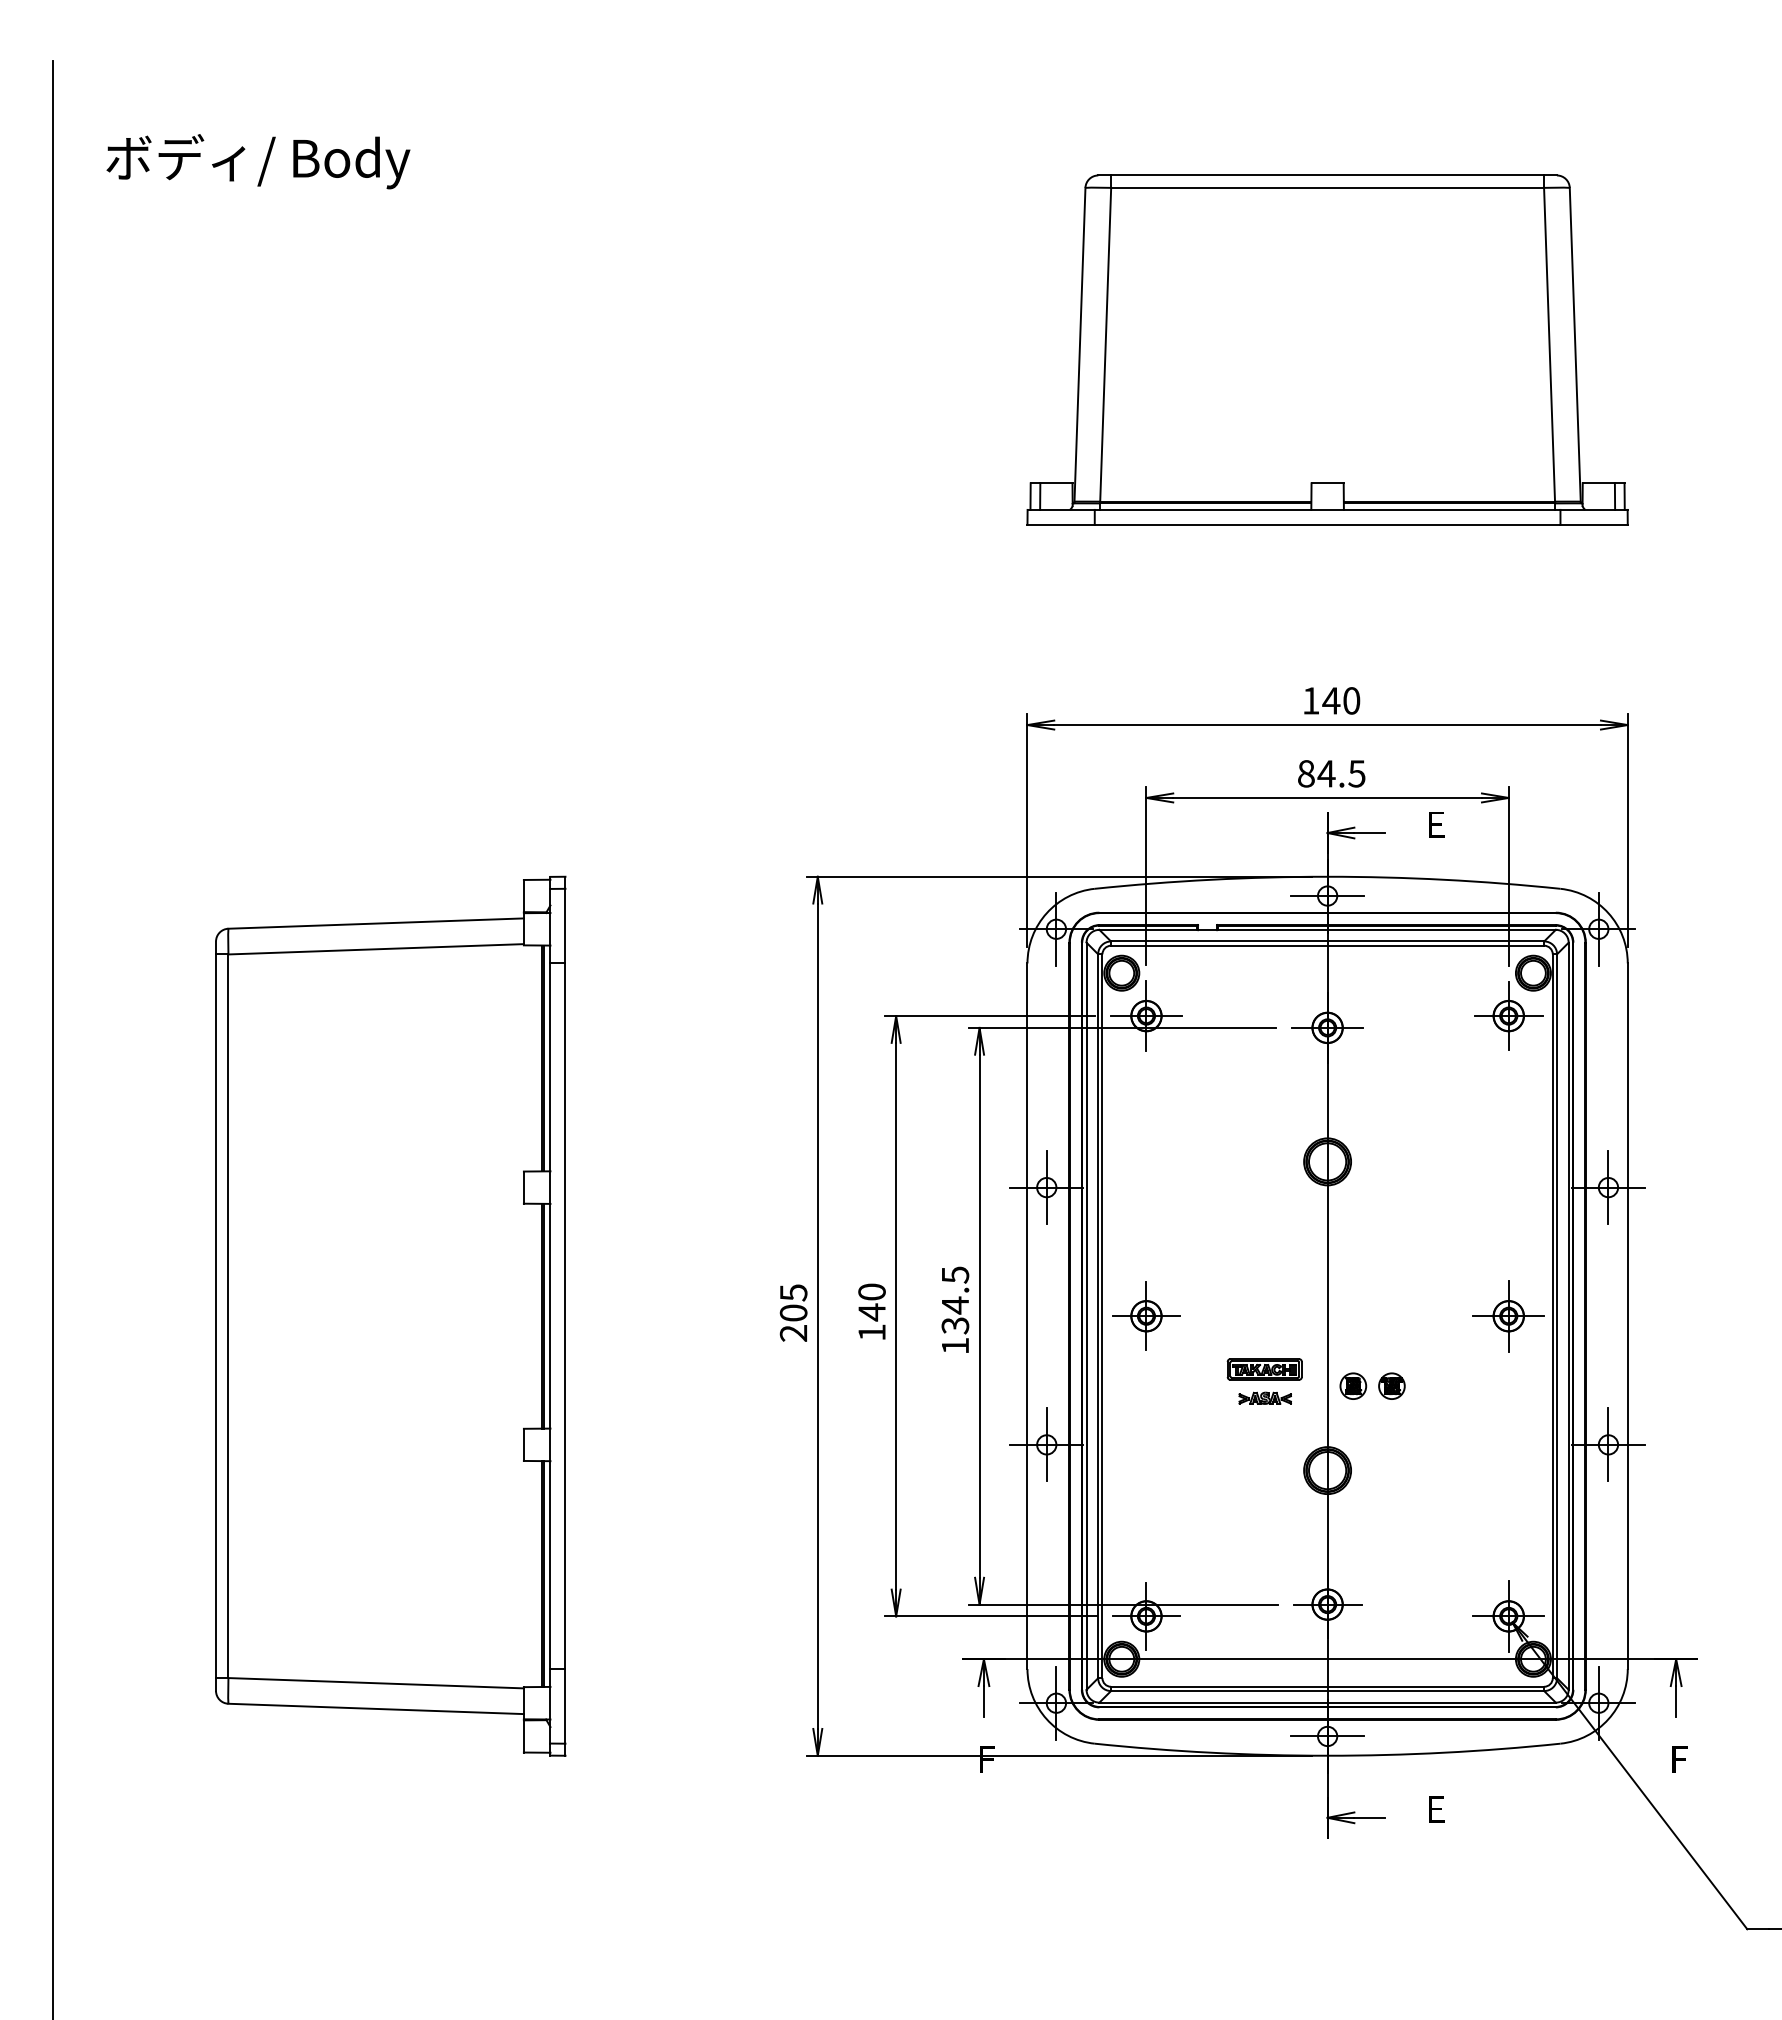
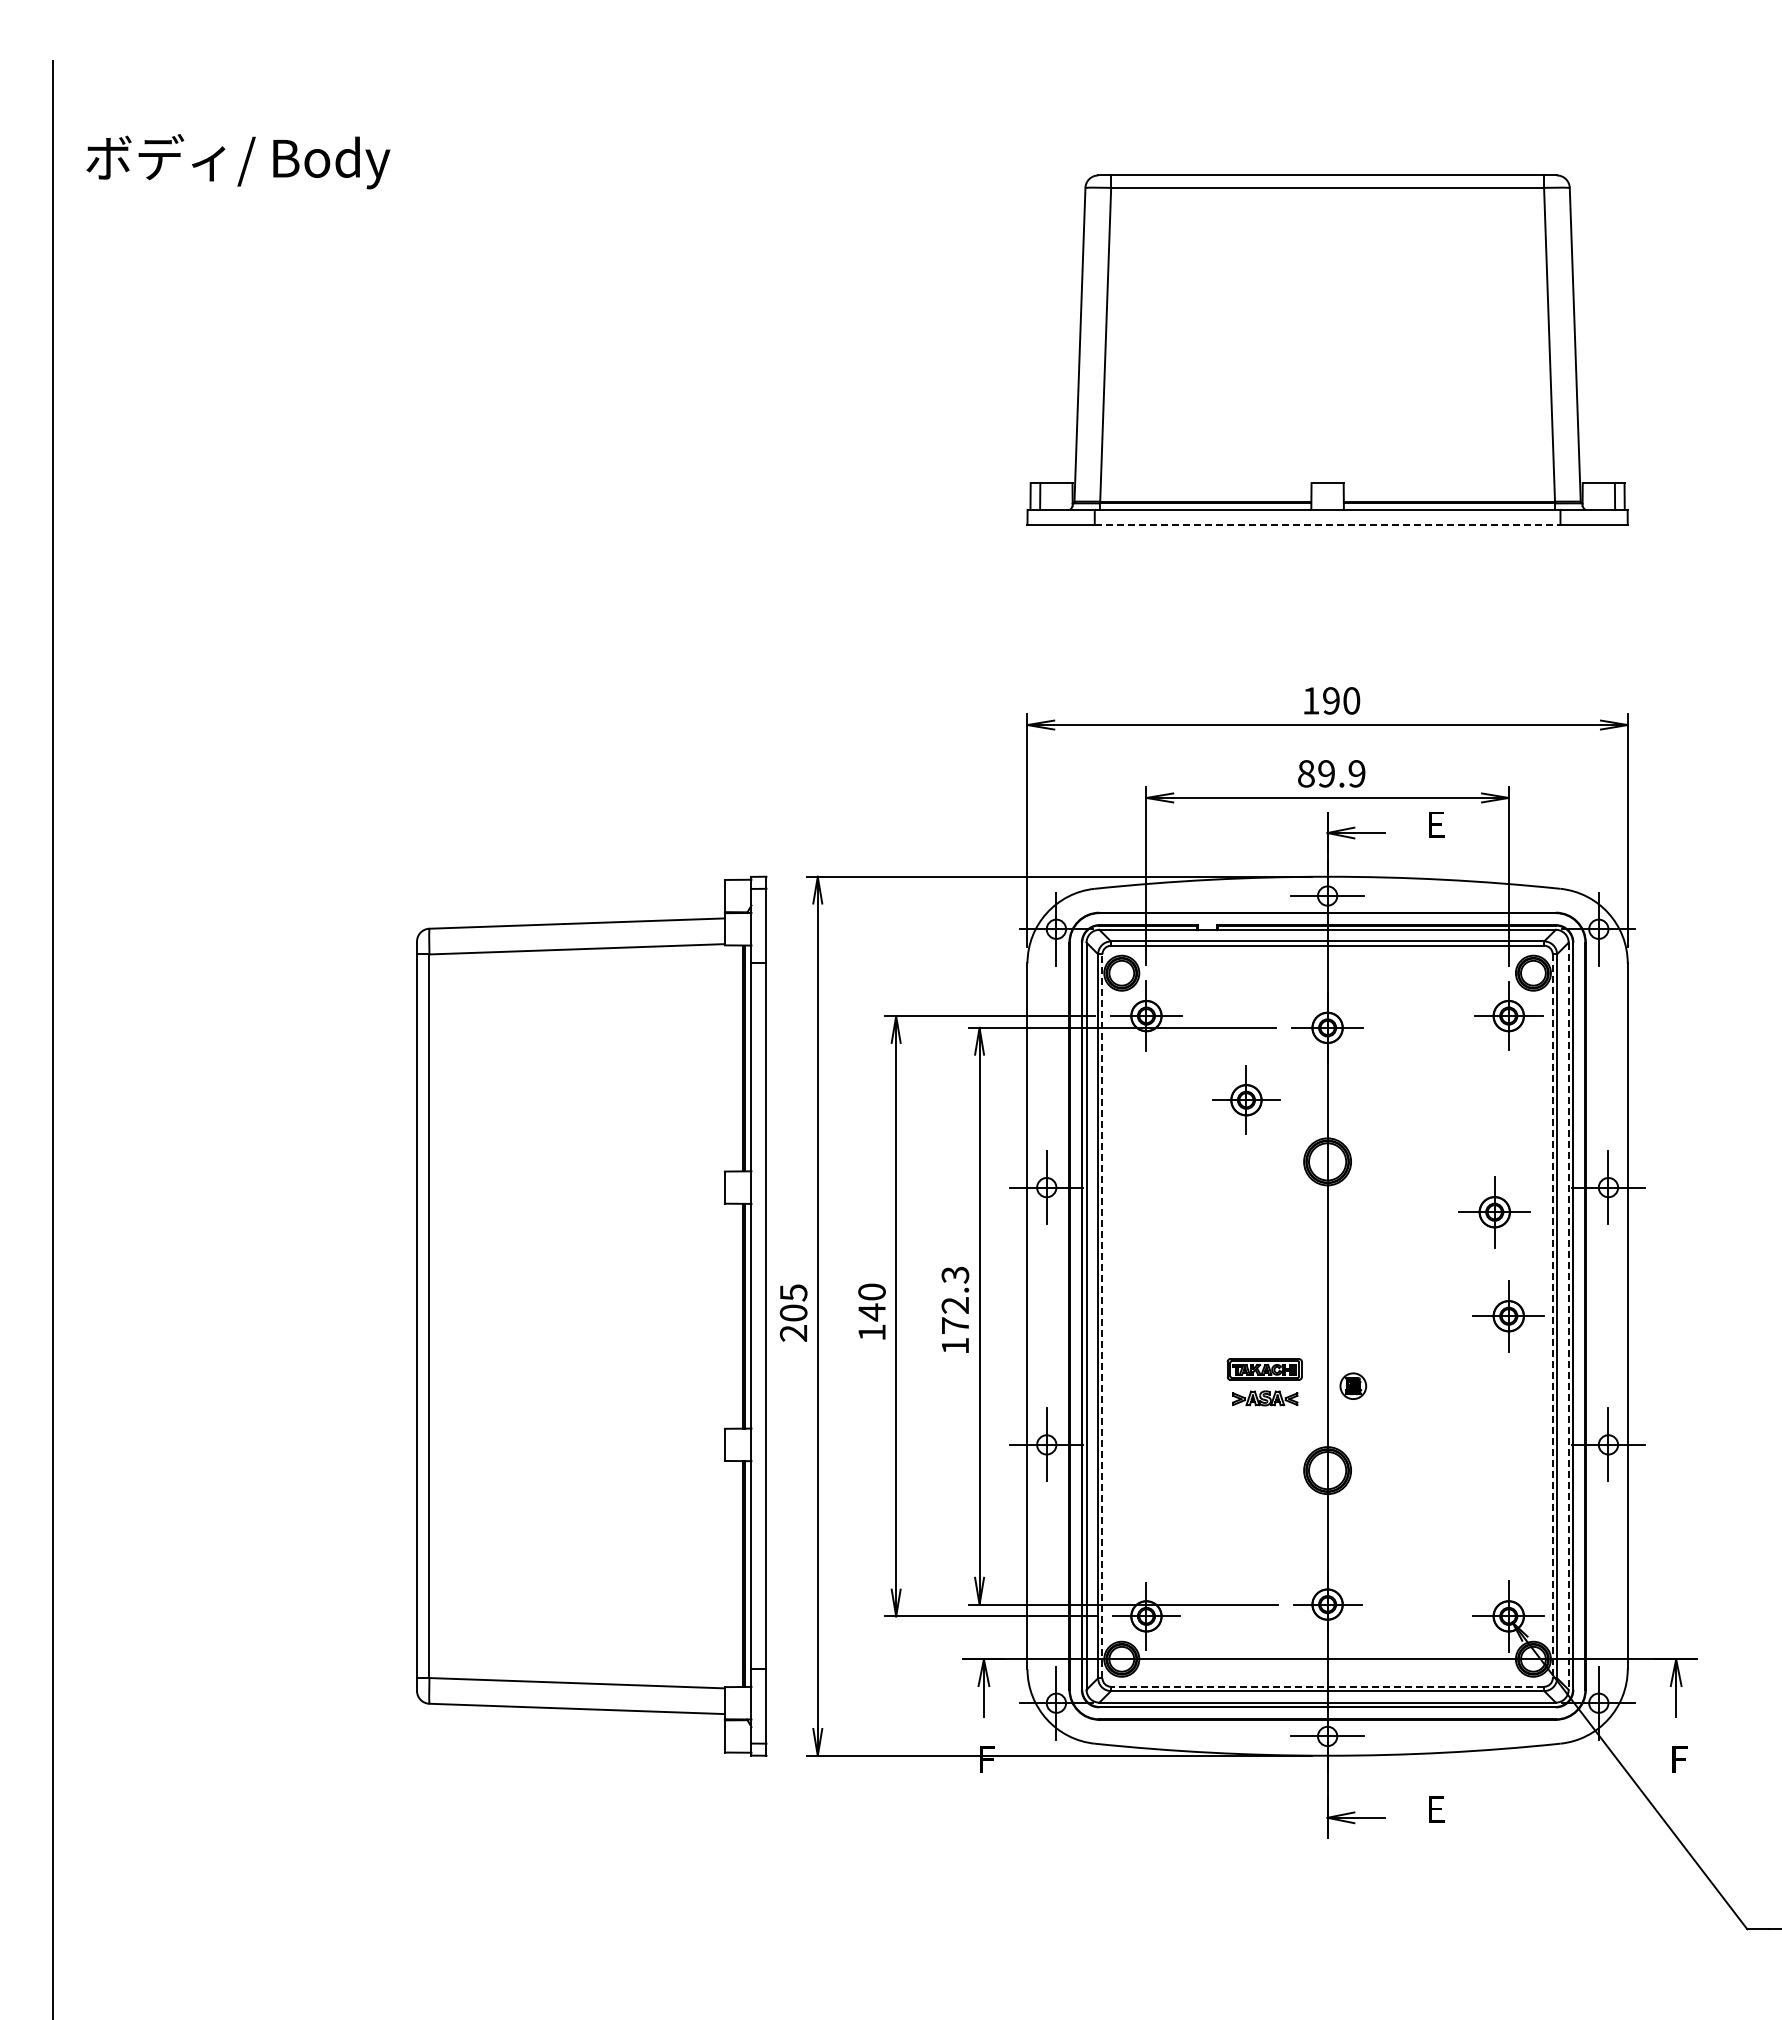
text at (258, 161) position: (258, 161) -> (238, 161)
line at (1327, 524): solid -> dashed
text at (1331, 700): 140 -> 190
text at (1341, 773): 84.5 -> 89.9
part at (1494, 1212): none -> present
text at (955, 1300): 134.5 -> 172.3
part at (390, 1315) position: (390, 1315) -> (591, 1315)
part at (1146, 1315) position: (1146, 1315) -> (1246, 1099)
line at (1102, 1316): solid -> dashed
line at (1552, 1316): solid -> dashed
line at (1568, 1316): solid -> dashed
part at (1391, 1385): present -> none
part at (1264, 1397) size: 54x14 px -> 67x17 px
line at (1327, 1686): solid -> dashed
